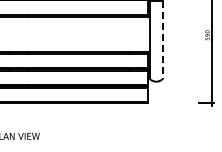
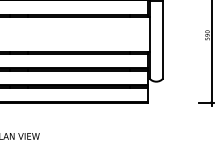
line at (163, 39): dashed -> solid
